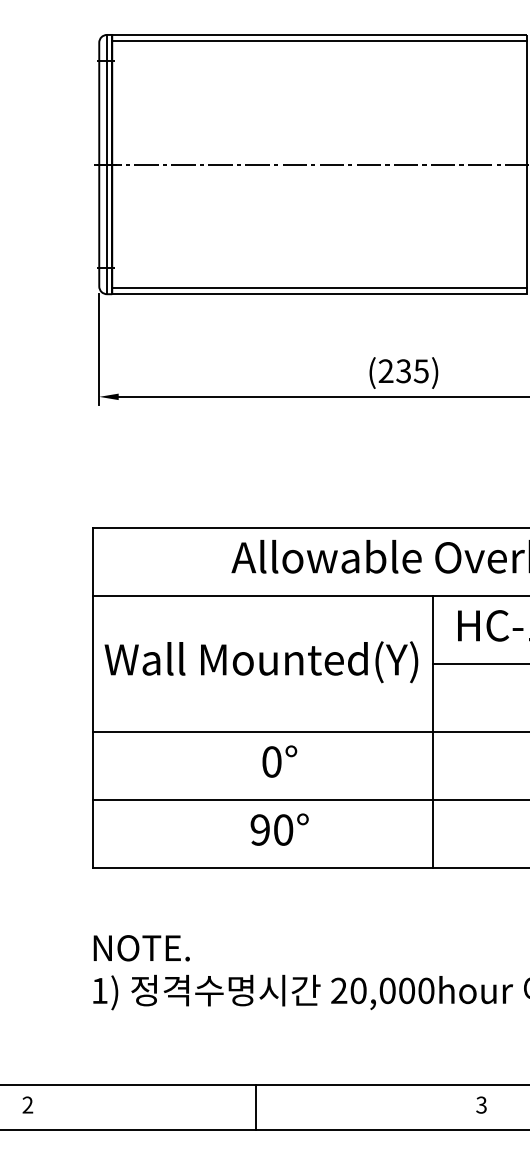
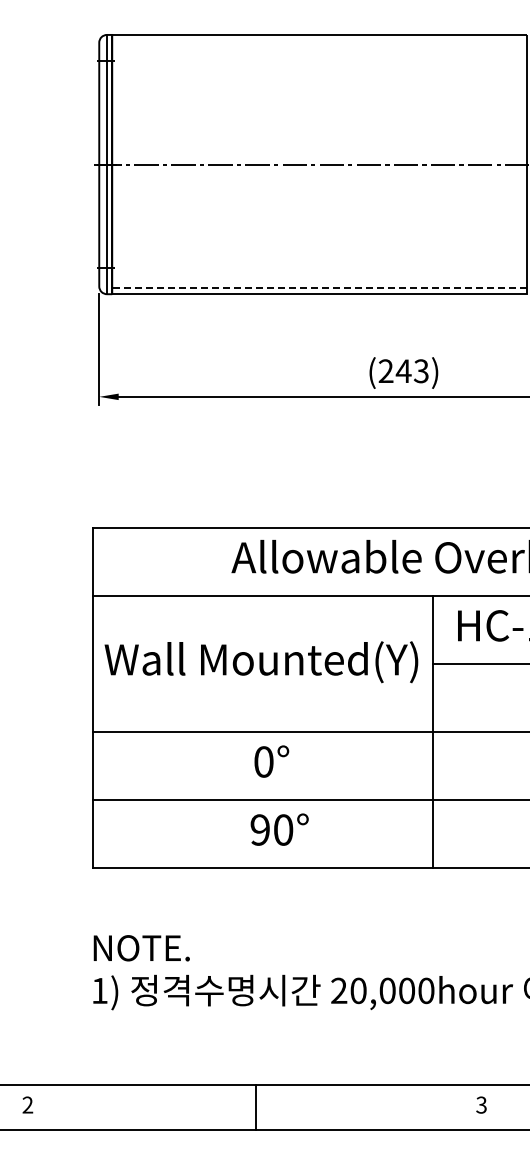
line at (319, 41): present -> none
line at (319, 287): solid -> dashed
text at (411, 371): (235) -> (243)
text at (279, 761) position: (279, 761) -> (271, 761)
